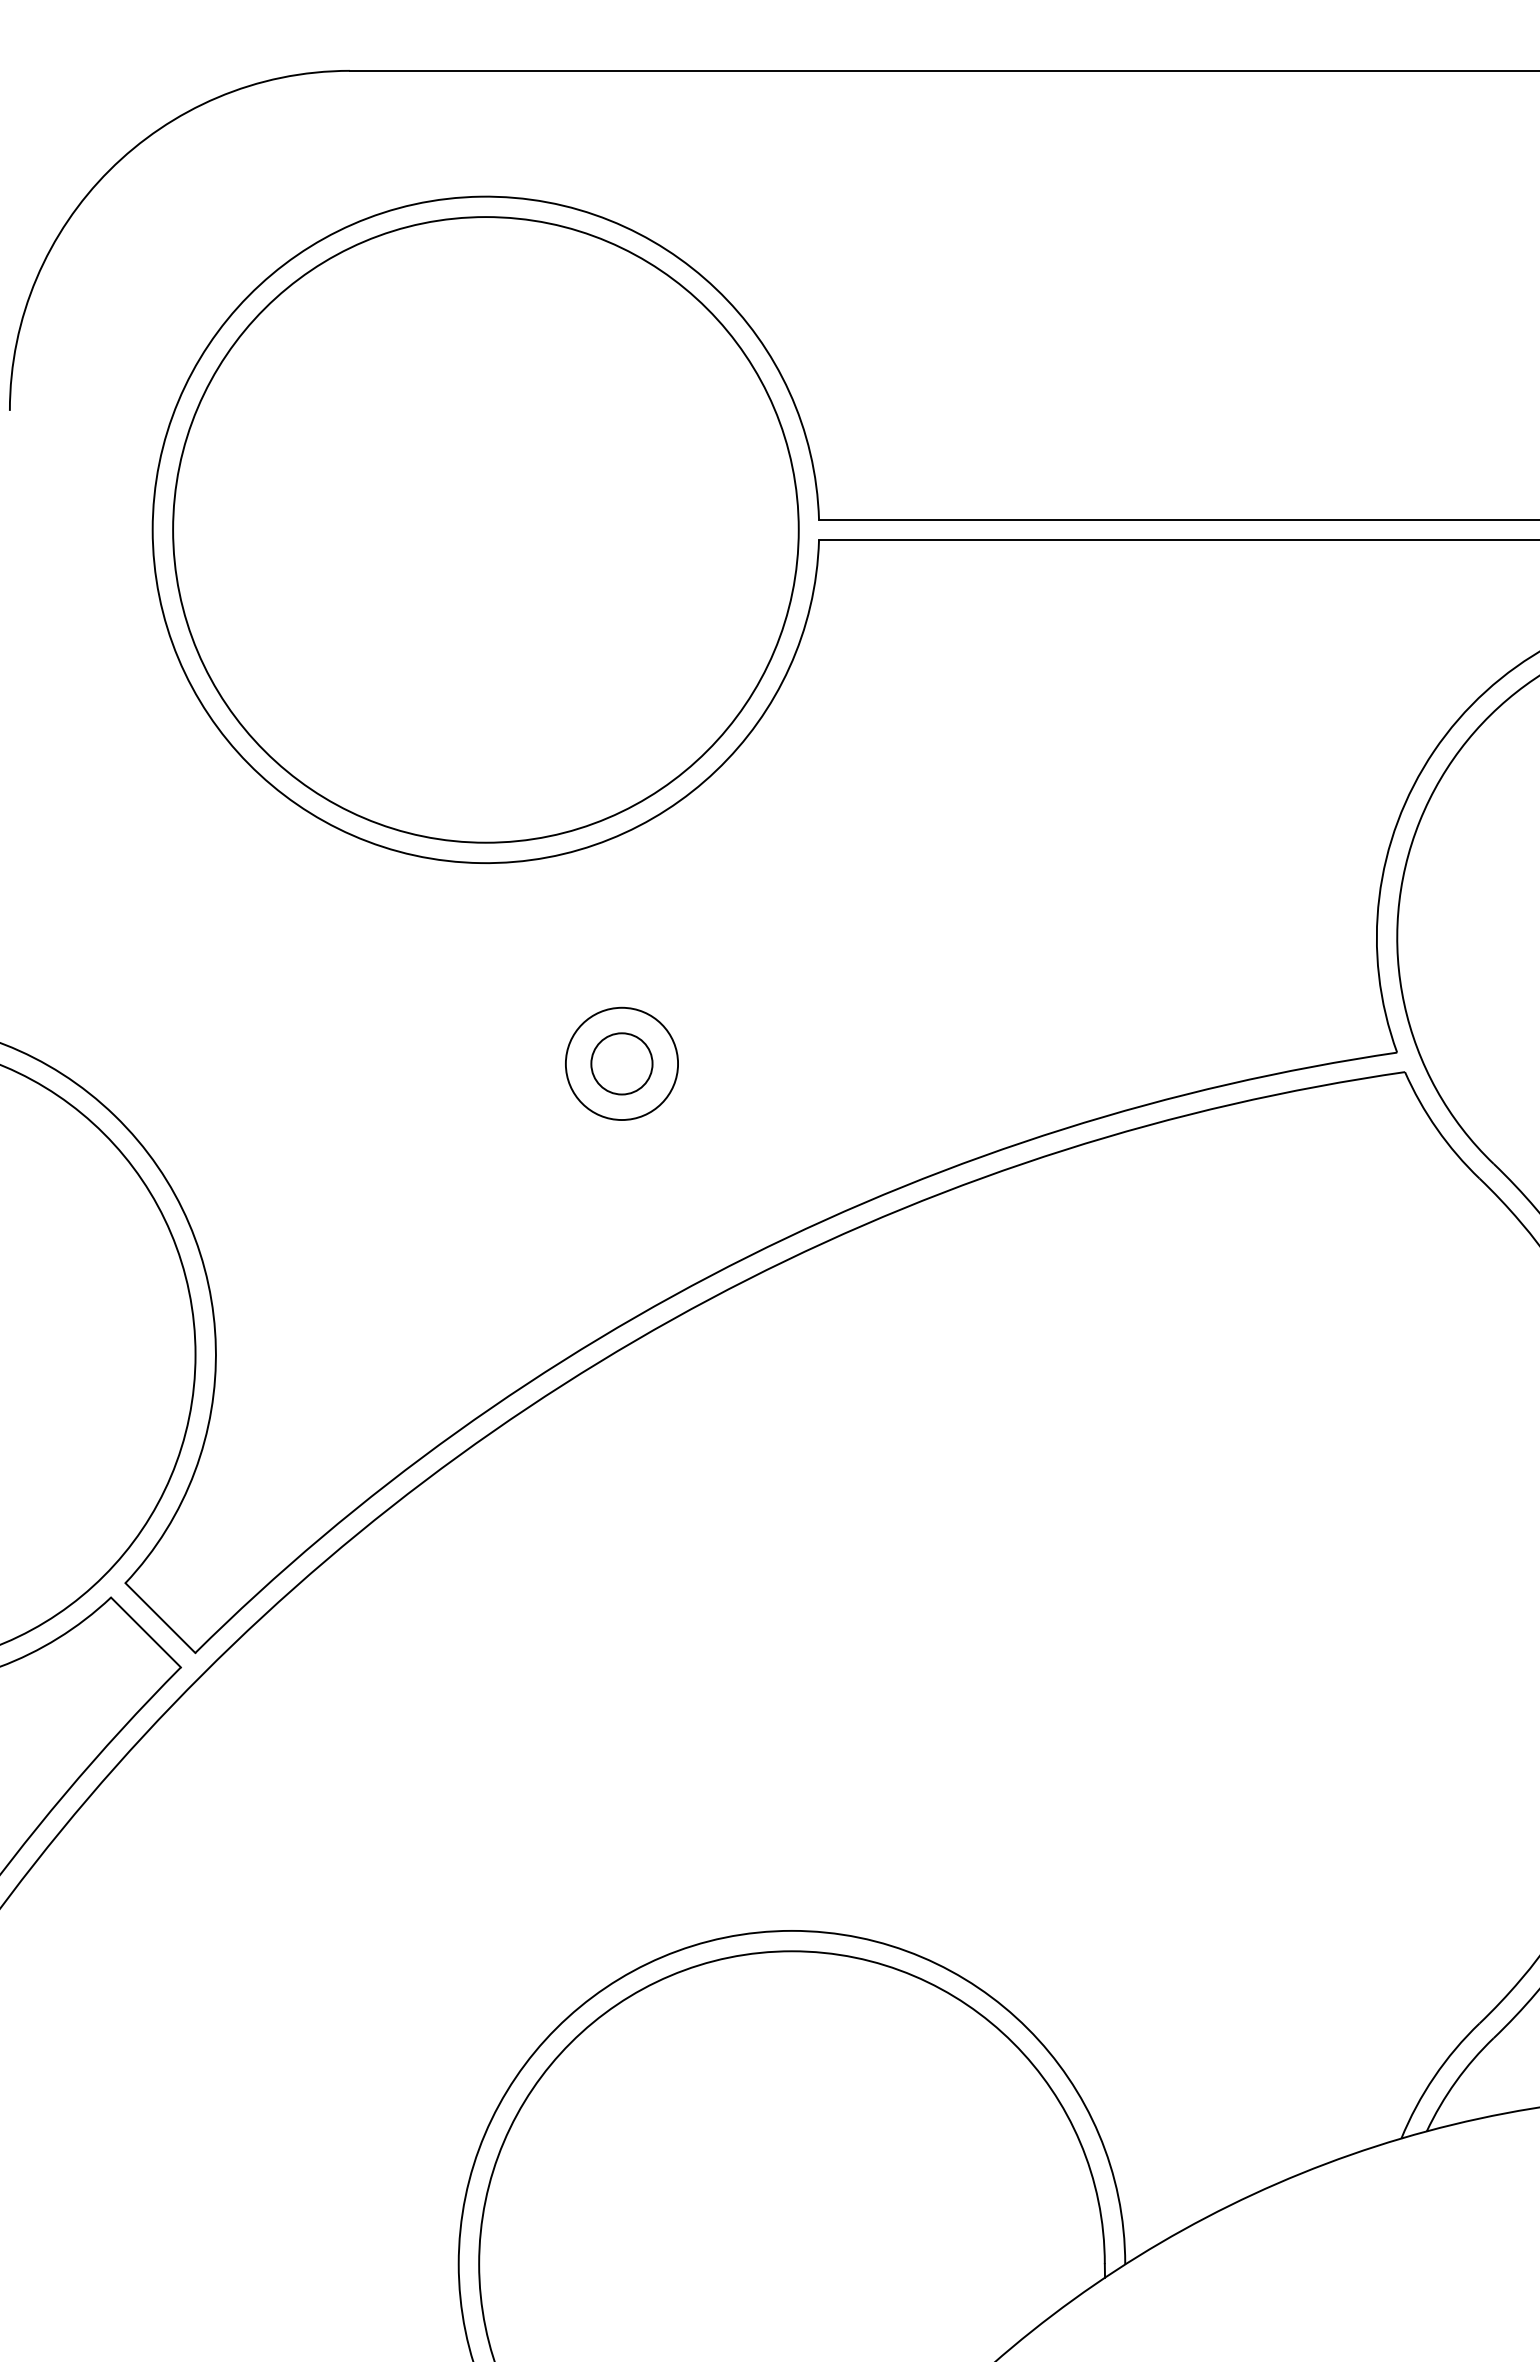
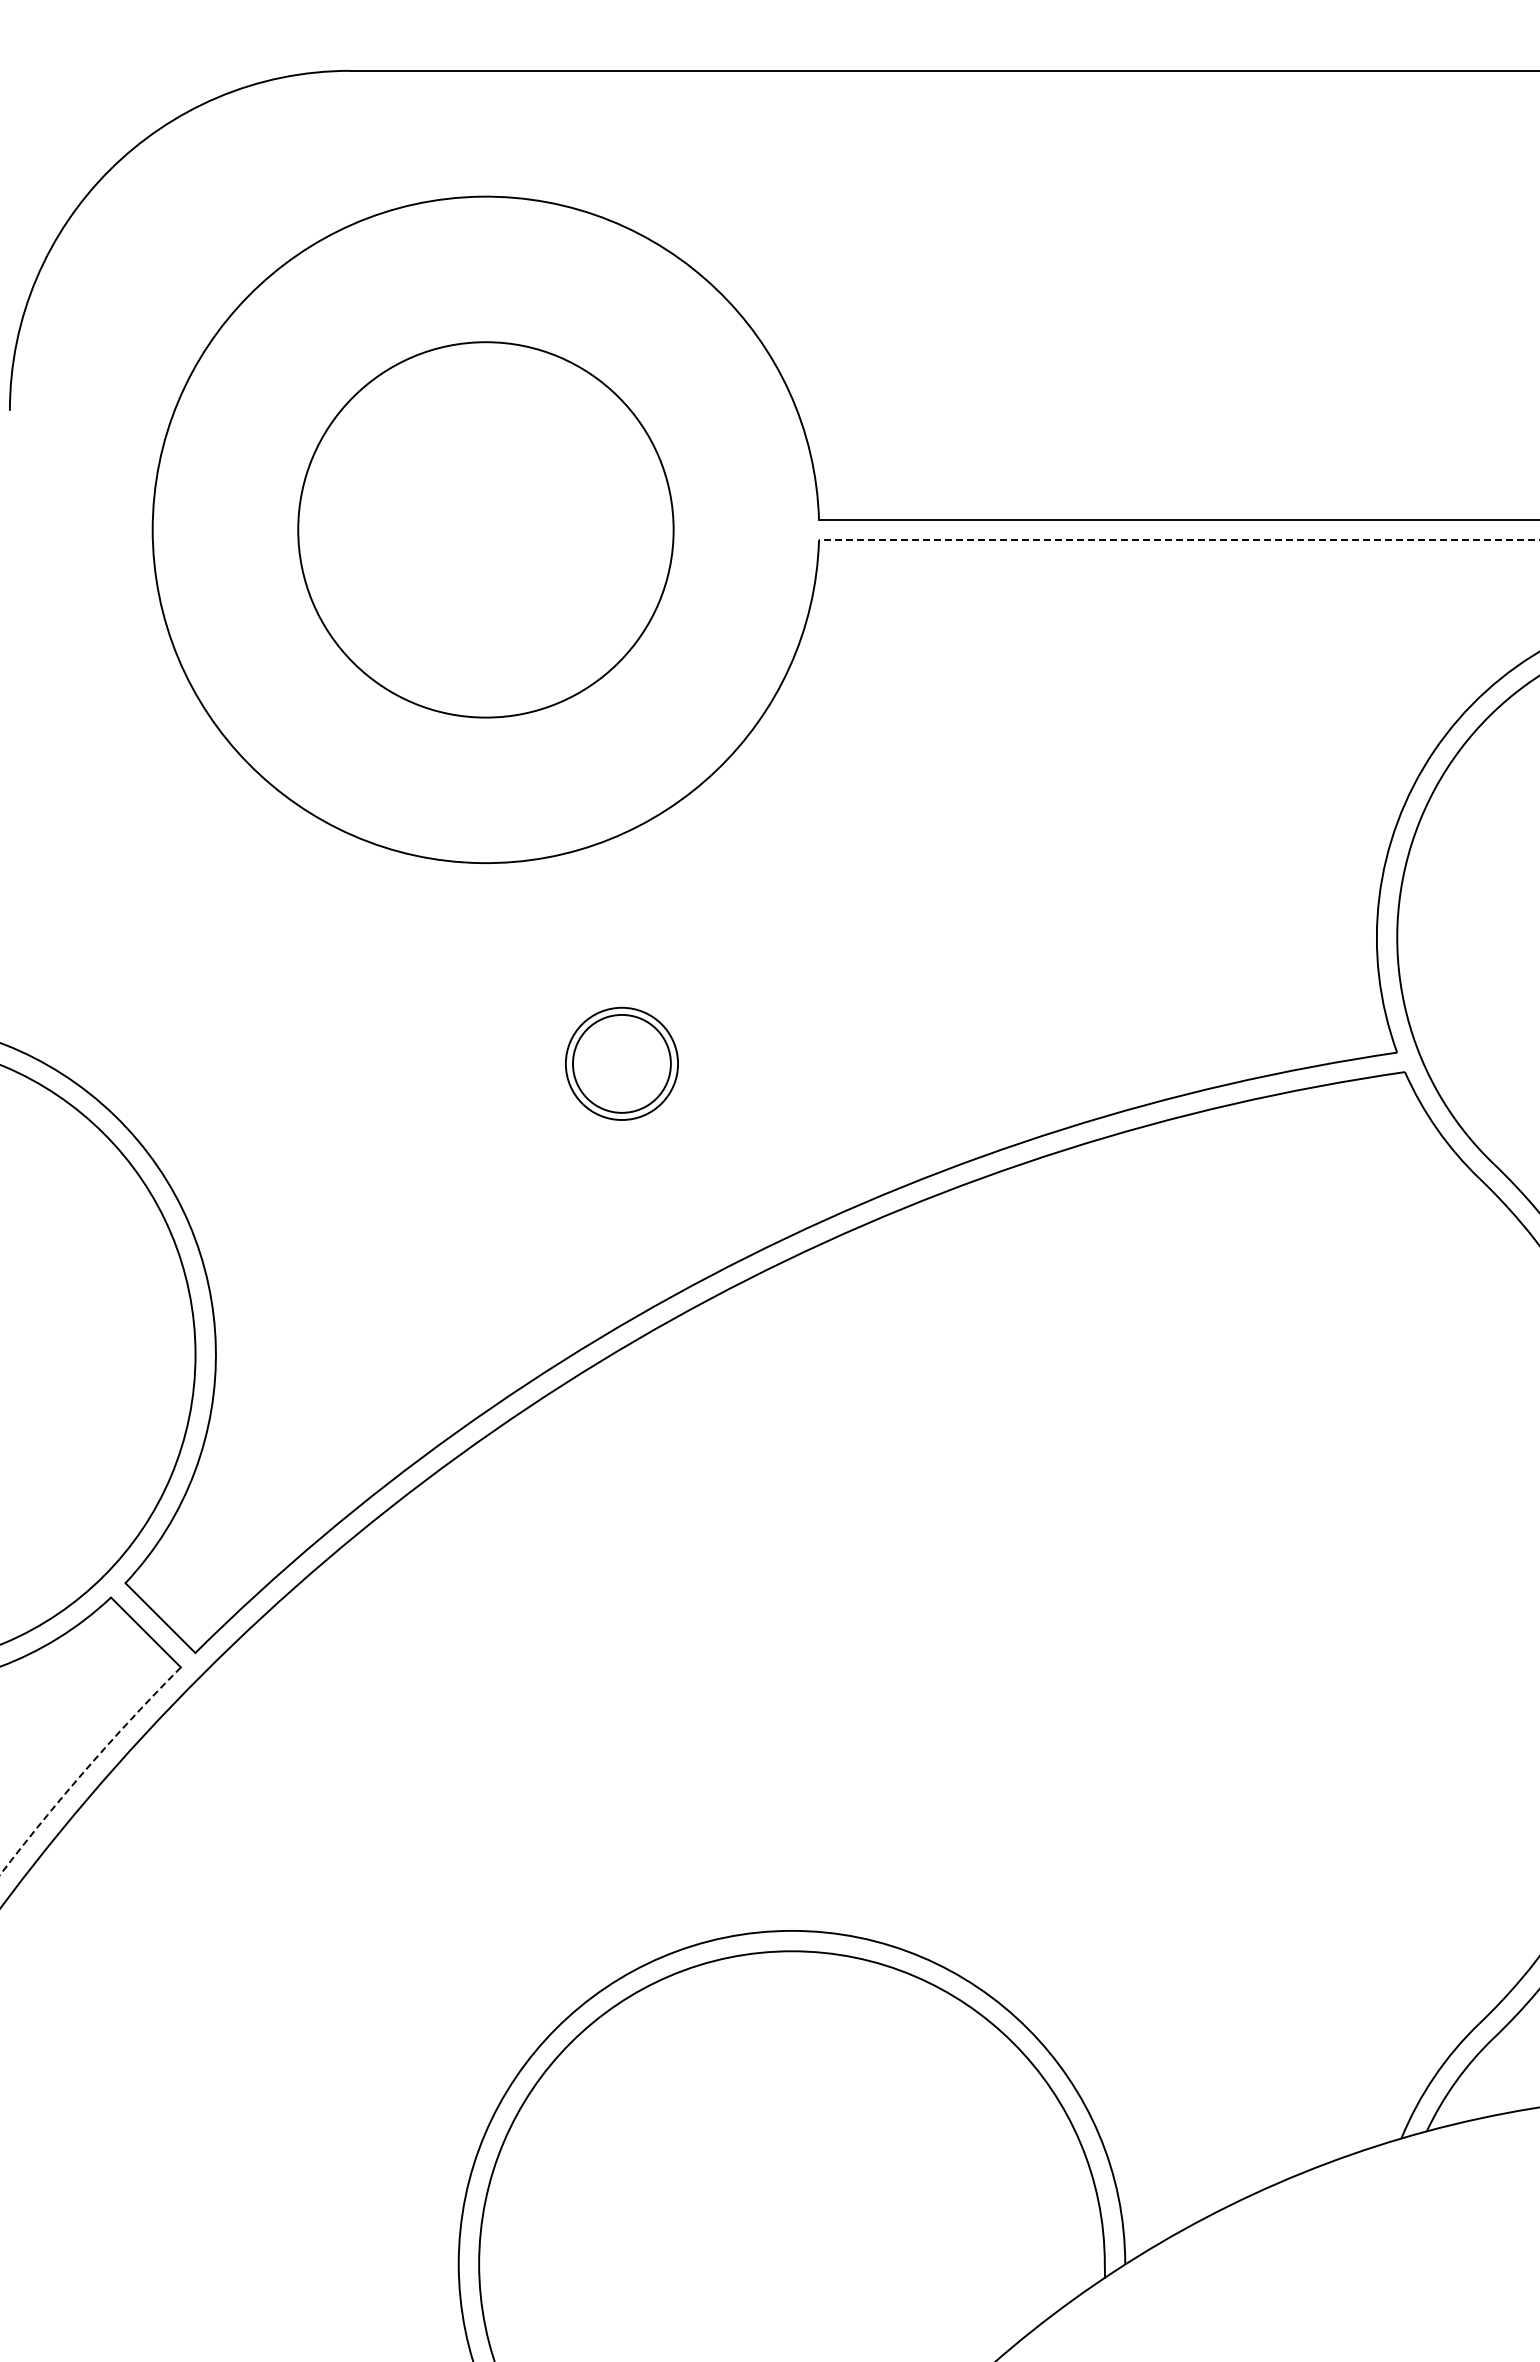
circle at (485, 529) diameter: 626 px -> 375 px
line at (1178, 540): solid -> dashed
circle at (621, 1063) diameter: 61 px -> 98 px
arc at (87, 1768): solid -> dashed
